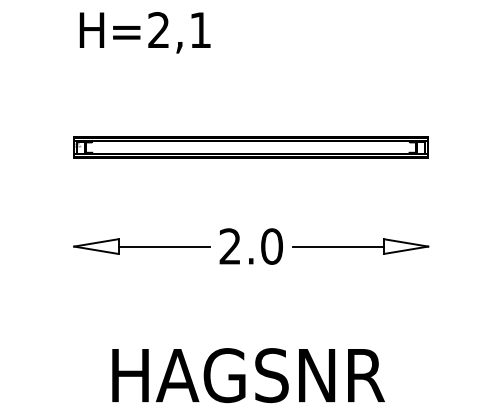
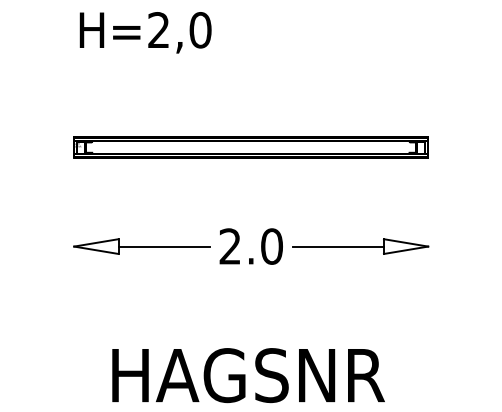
text at (200, 30): H=2,1 -> H=2,0
